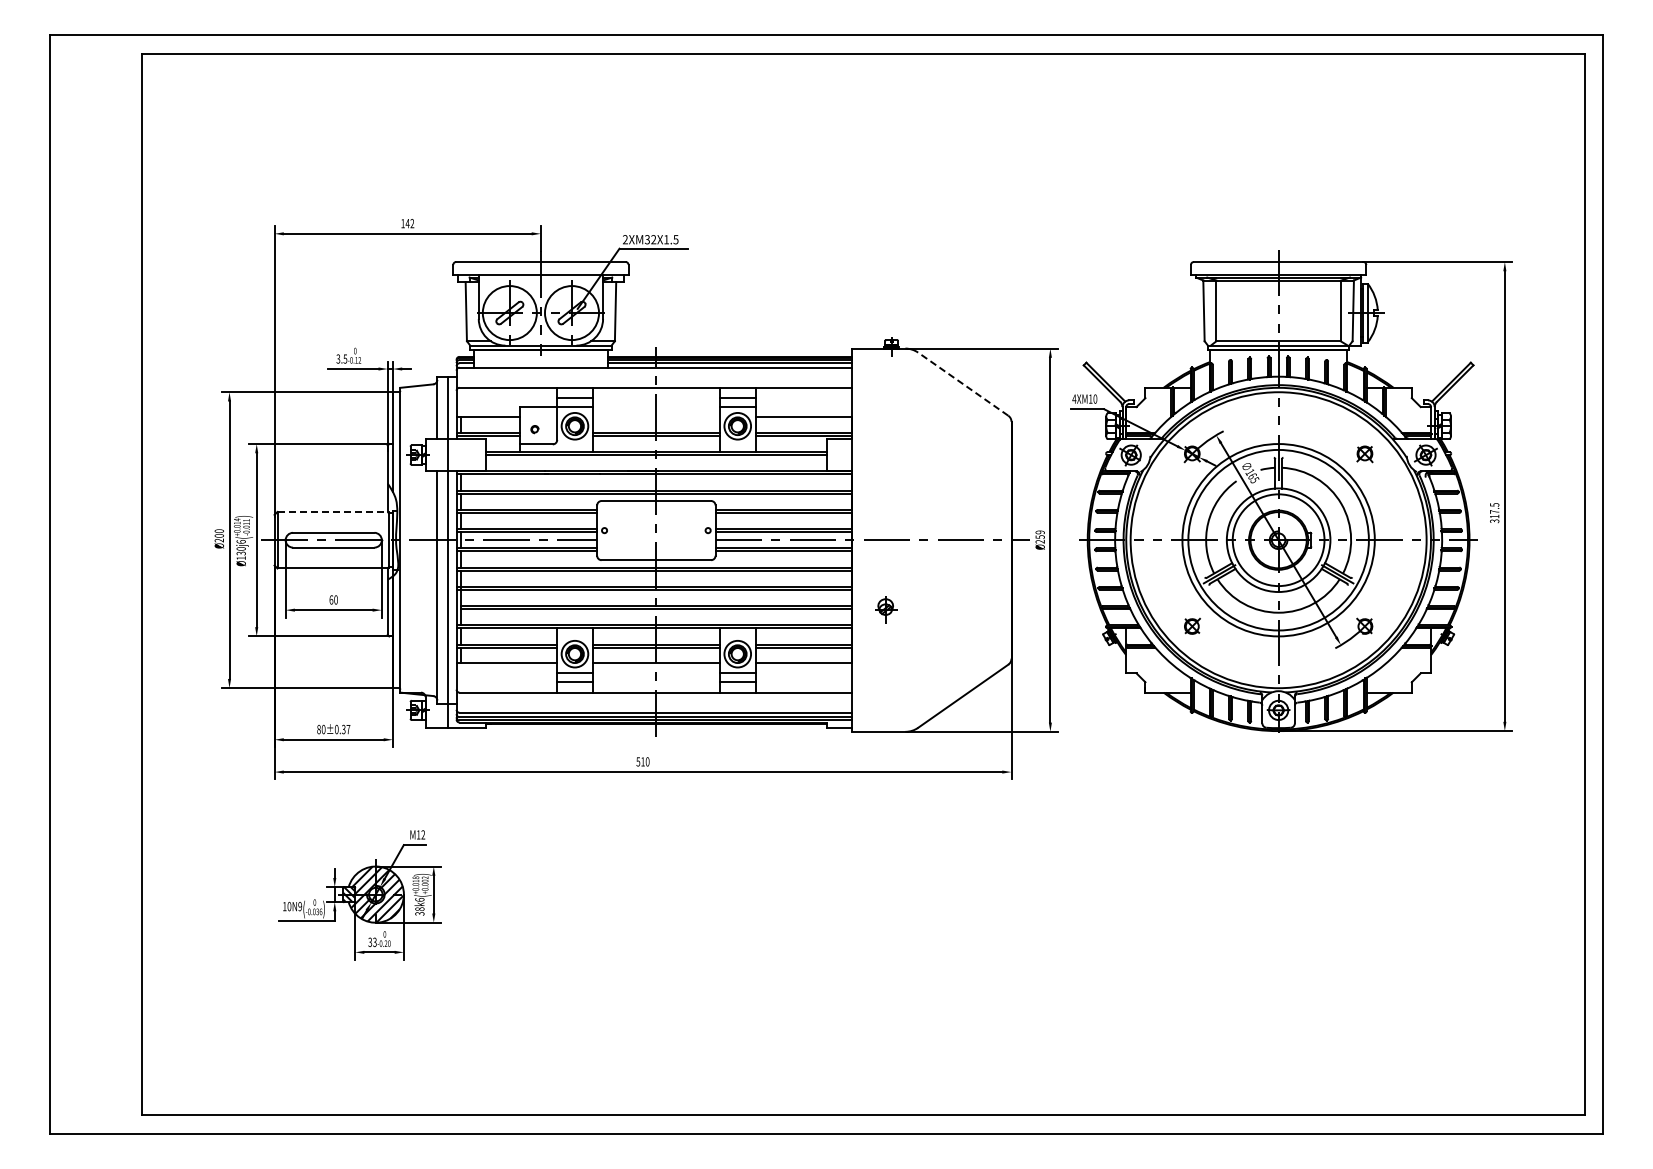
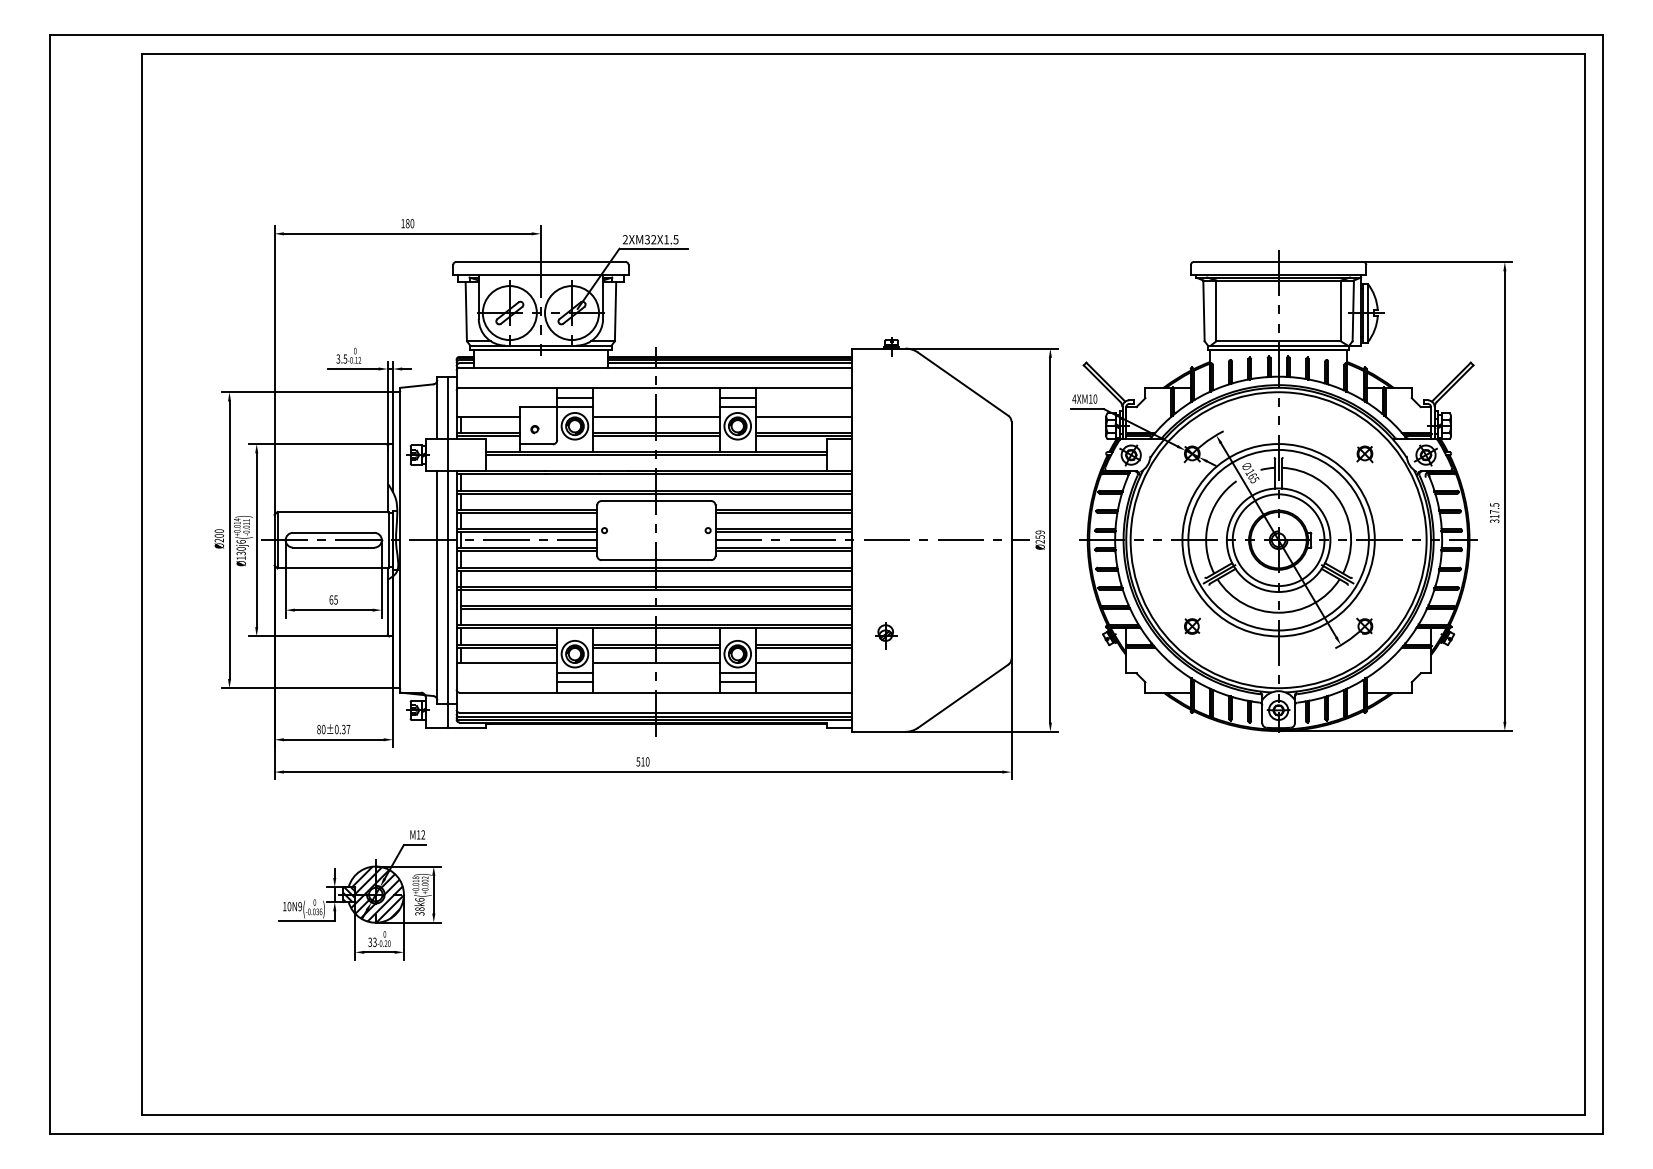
text at (409, 223): 142 -> 180
line at (962, 383): dashed -> solid
line at (655, 417): none -> present
line at (333, 511): dashed -> solid
text at (335, 599): 60 -> 65
part at (886, 609) position: (886, 609) -> (886, 635)
